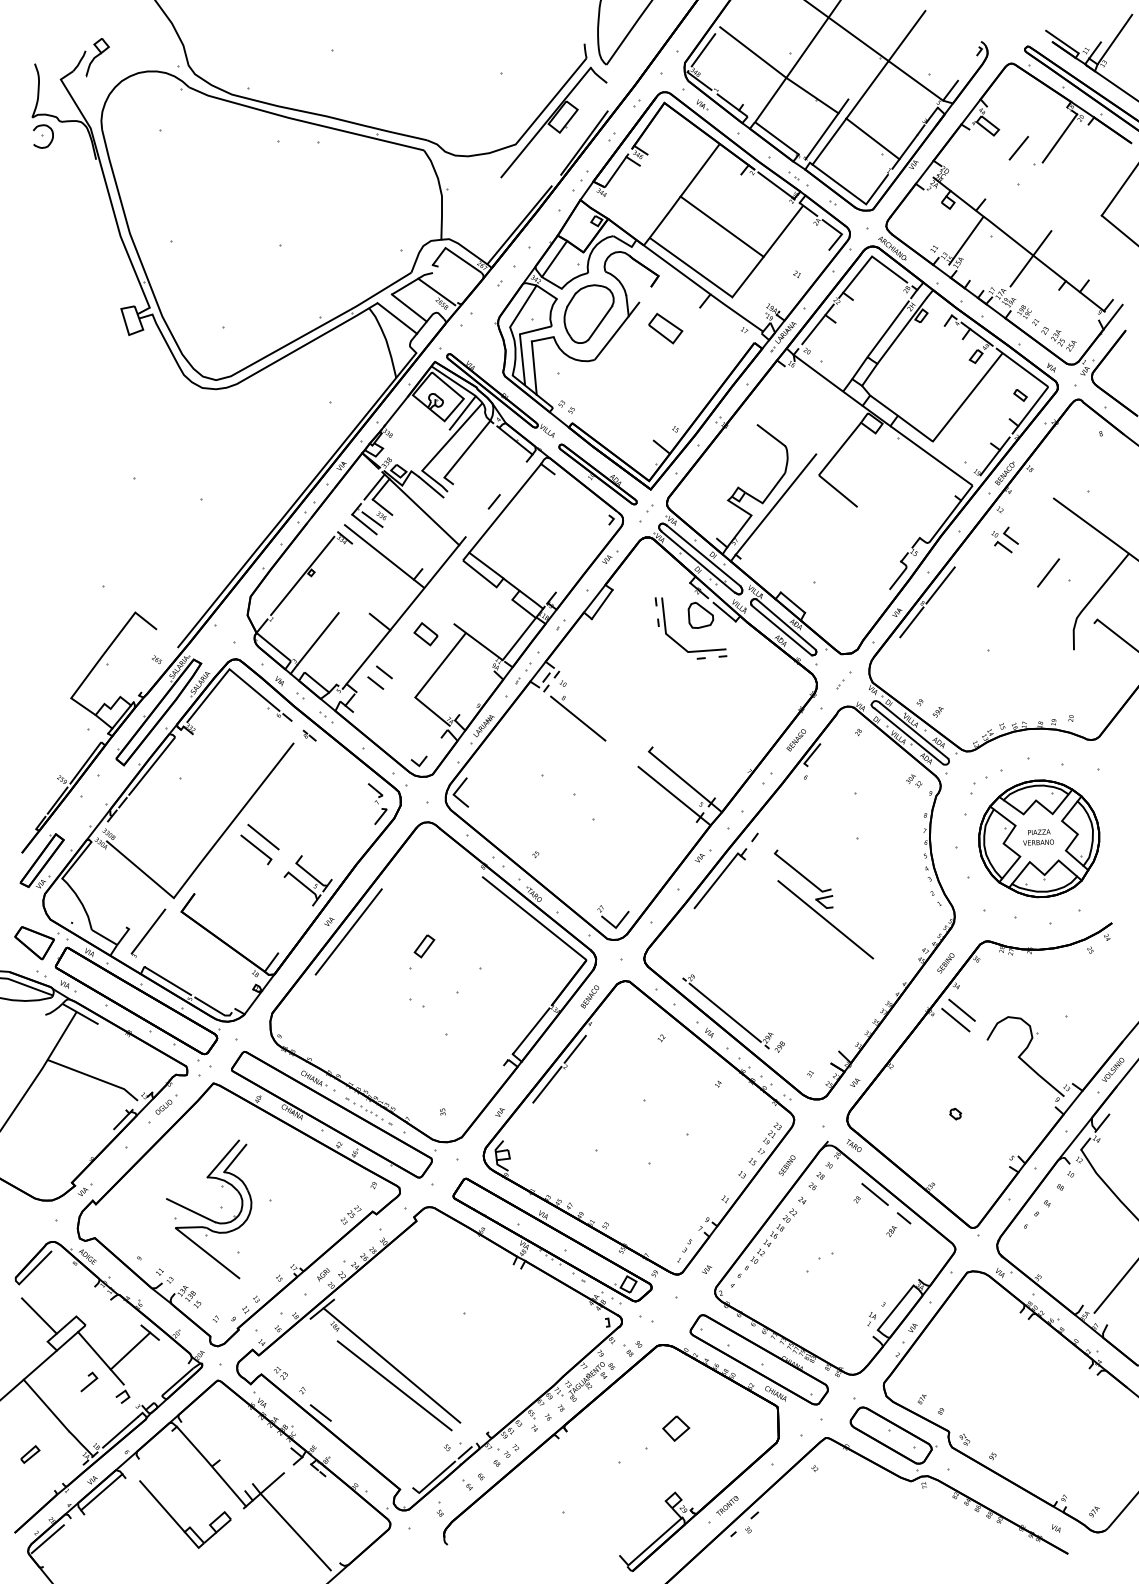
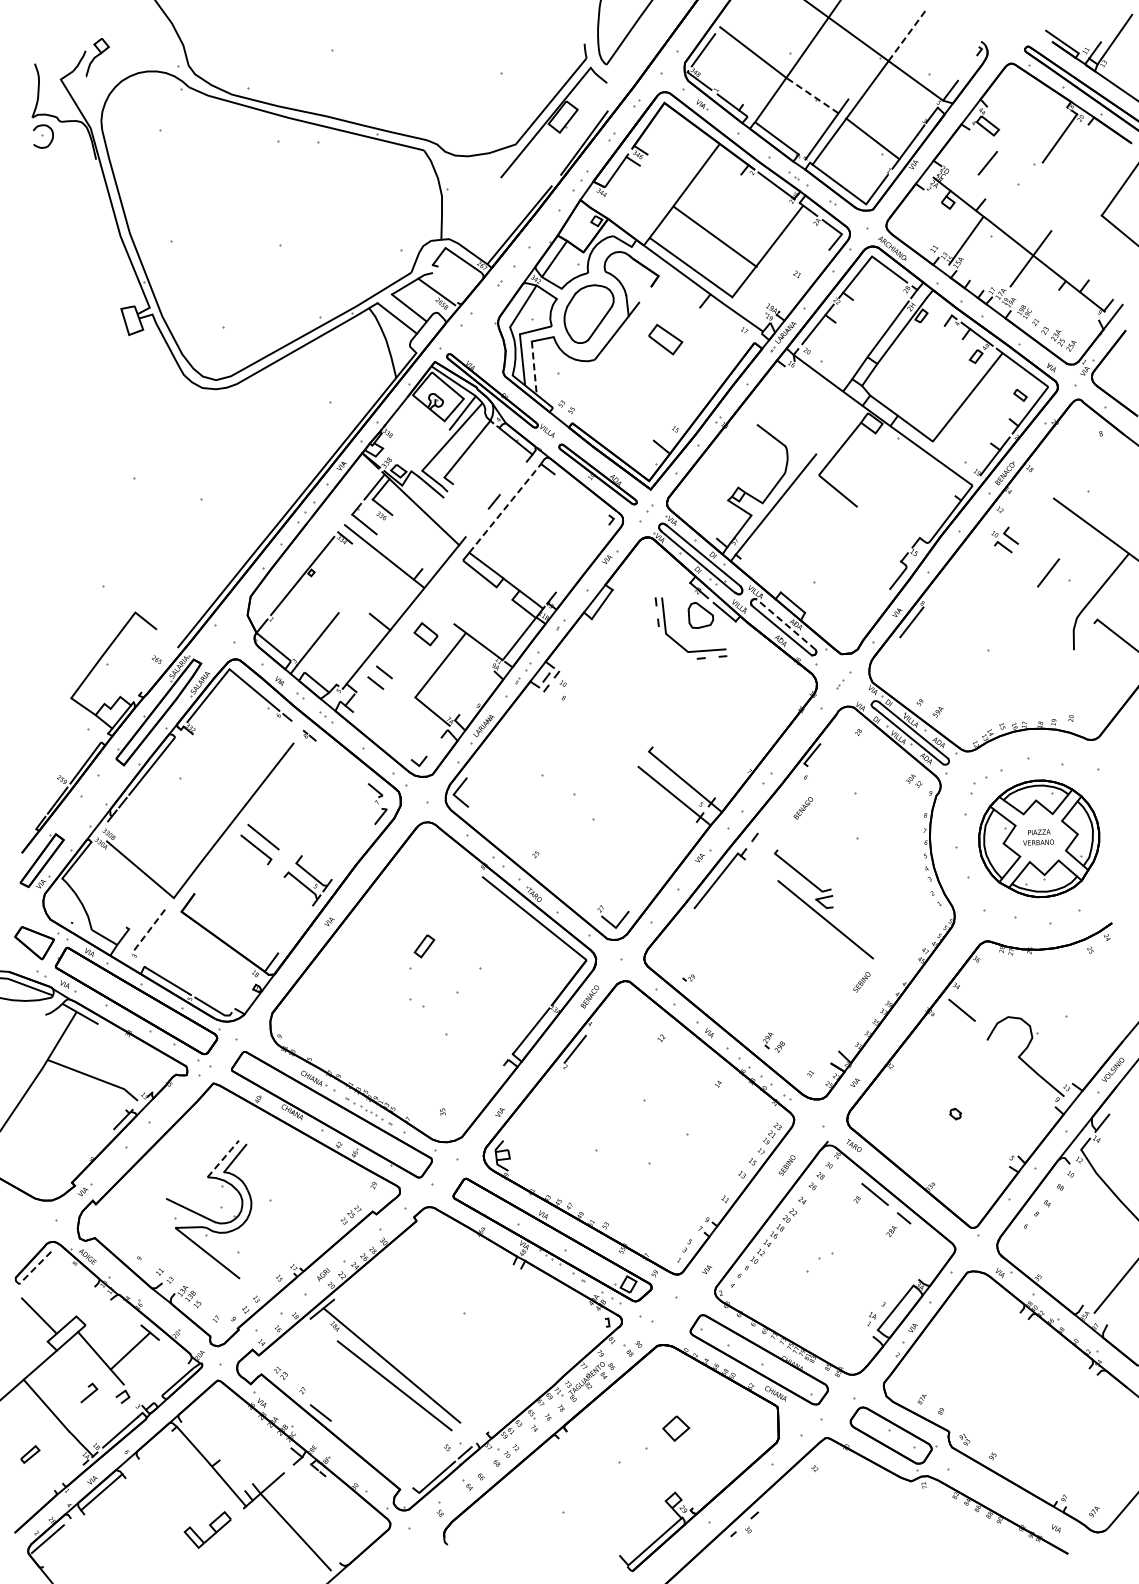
line at (907, 35): solid -> dashed
line at (812, 95): solid -> dashed
line at (1018, 148) position: (1018, 148) -> (987, 163)
line at (721, 226) position: (721, 226) -> (714, 236)
part at (665, 328) position: (665, 328) -> (665, 339)
line at (534, 368): solid -> dashed
line at (505, 508): solid -> dashed
line at (372, 519): present -> none
line at (940, 585): present -> none
line at (786, 624): solid -> dashed
line at (578, 718): present -> none
part at (795, 740) position: (795, 740) -> (802, 808)
line at (148, 931): solid -> dashed
line at (348, 931): present -> none
text at (945, 963) position: (945, 963) -> (861, 982)
line at (724, 1012): present -> none
line at (955, 1019): present -> none
line at (547, 1084): present -> none
part at (166, 1104): present -> none
line at (223, 1158): solid -> dashed
line at (35, 1268): solid -> dashed
line at (90, 1382) position: (90, 1382) -> (90, 1393)
part at (727, 1505): present -> none
line at (162, 1506): present -> none
